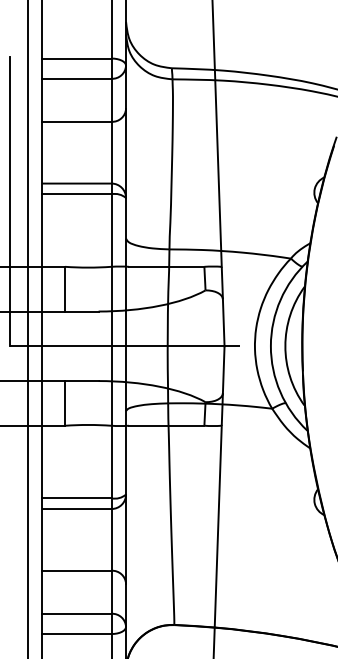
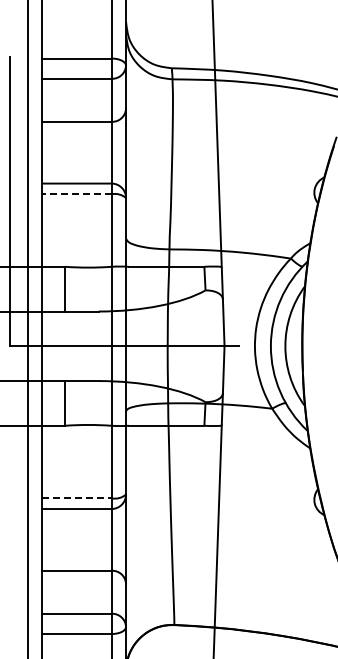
line at (76, 194): solid -> dashed
line at (76, 498): solid -> dashed
